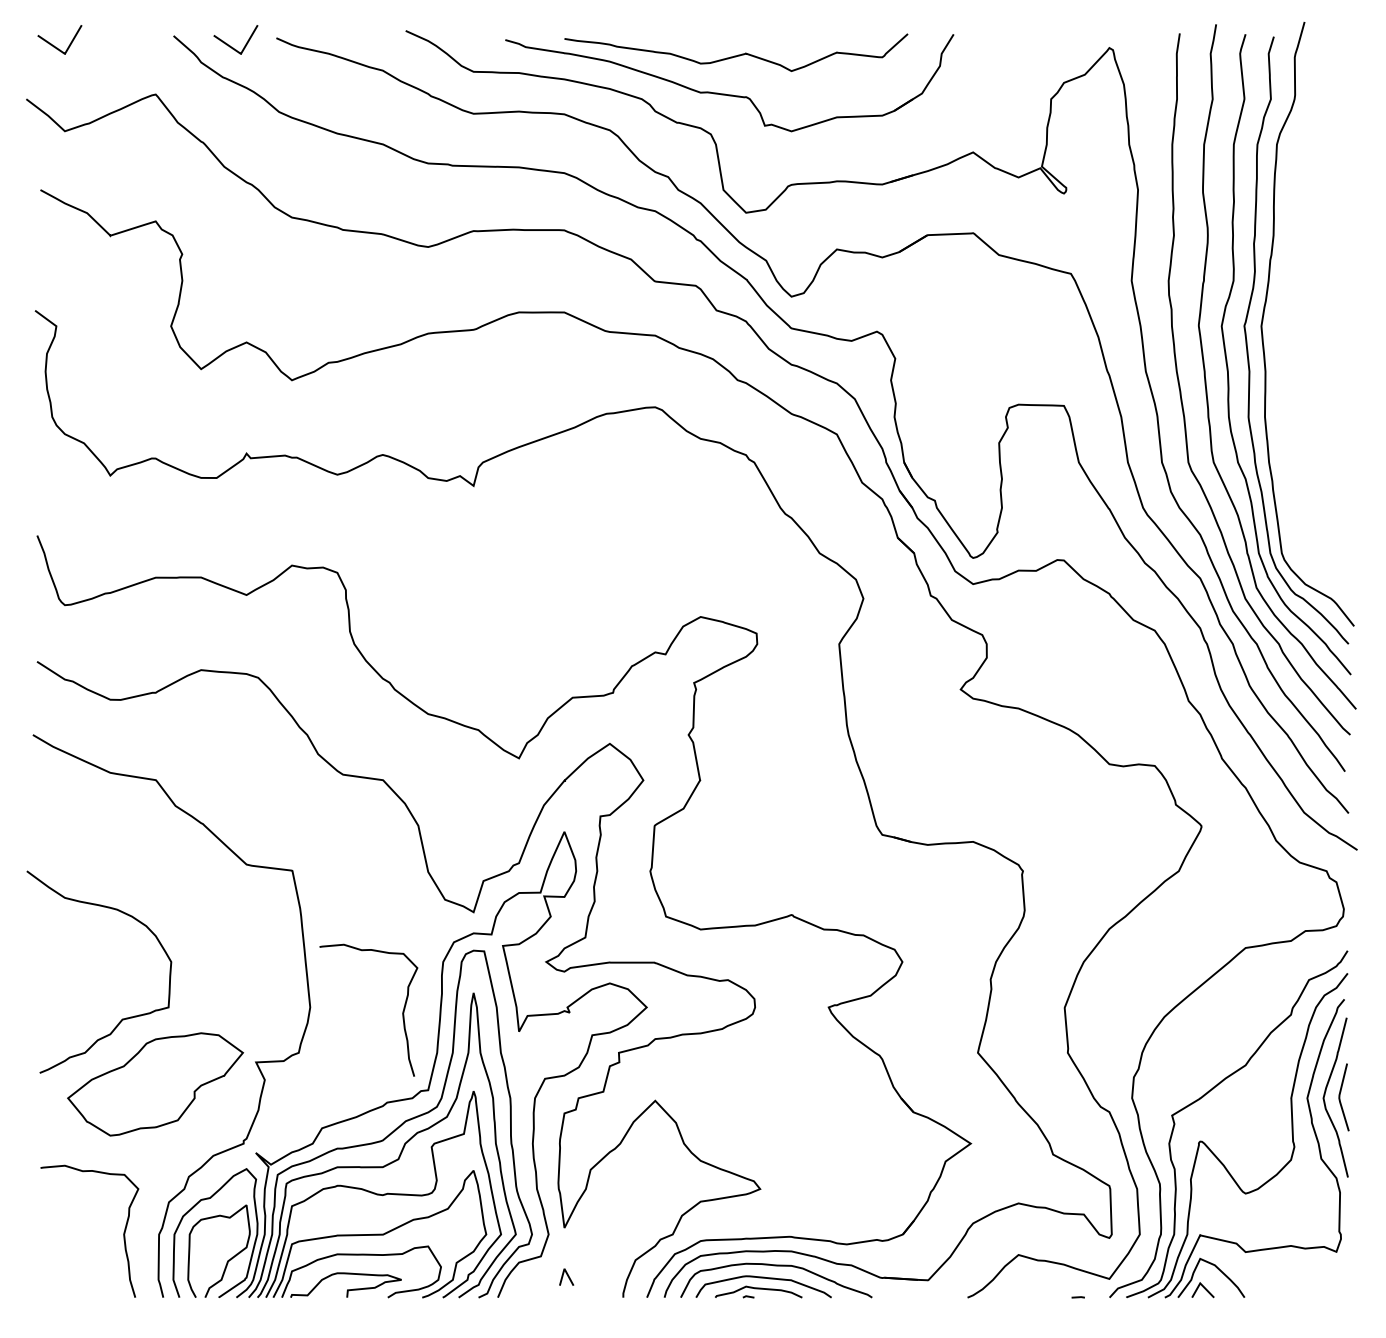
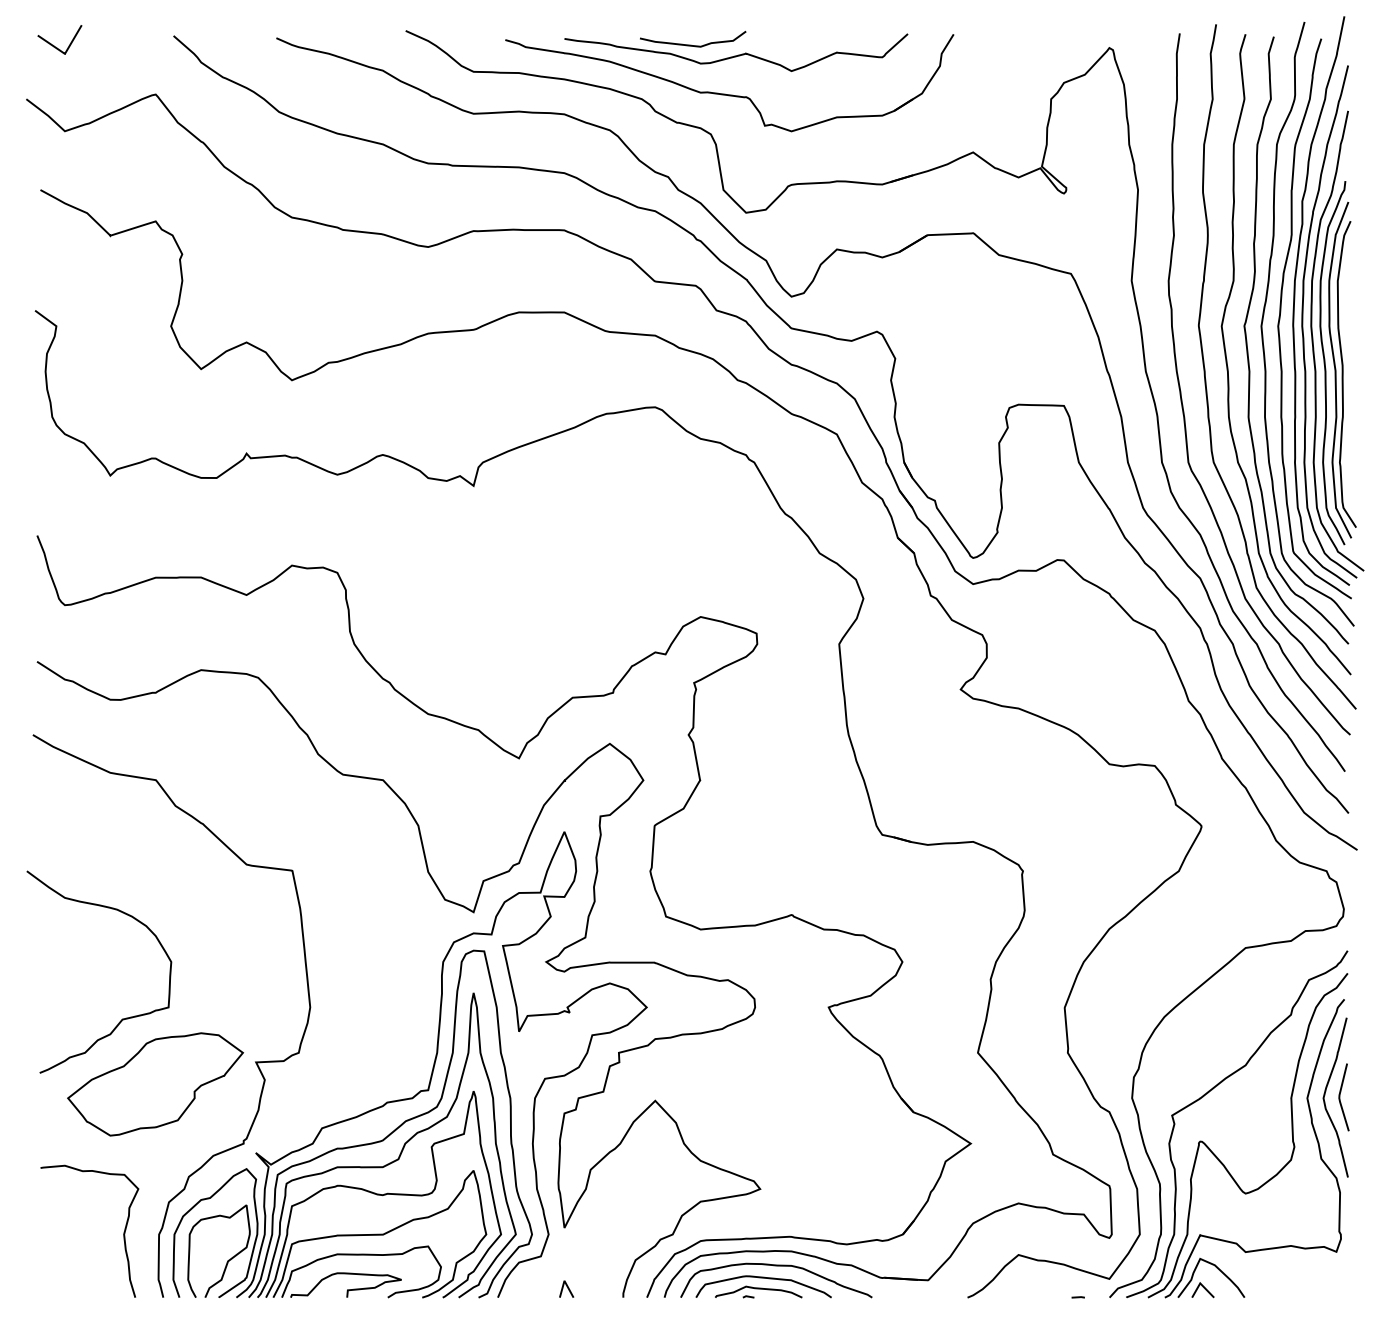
curve at (691, 44): none -> present
curve at (230, 45): present -> none
part at (1320, 307): none -> present
curve at (402, 1011): present -> none
line at (567, 1276) position: (567, 1276) -> (567, 1288)
